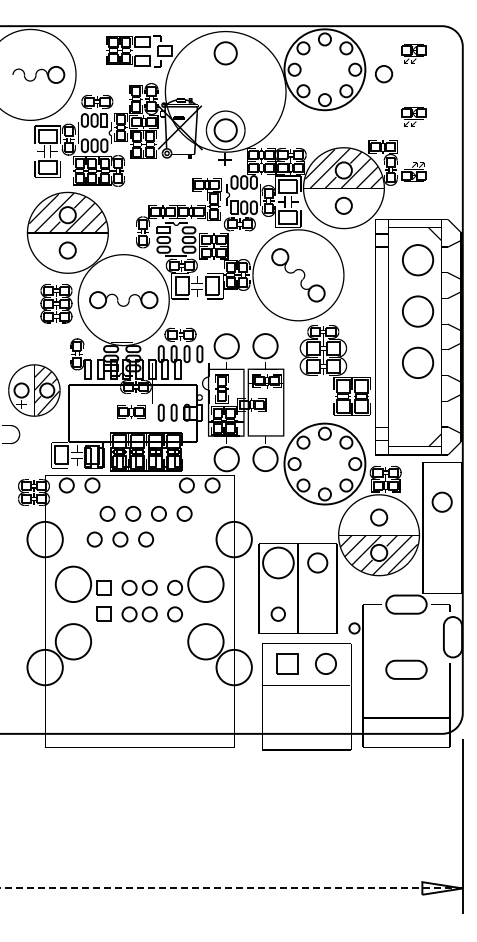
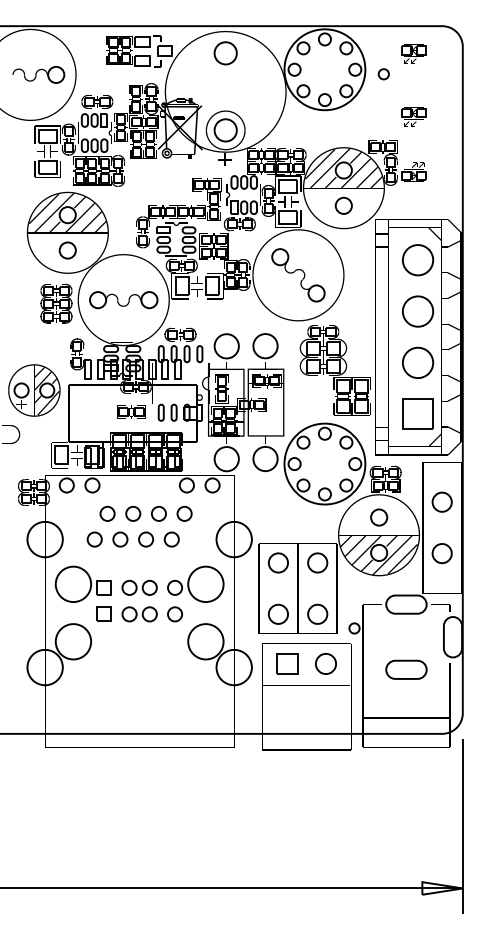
circle at (383, 74) size: 20x19 px -> 13x13 px
part at (417, 413): none -> present
circle at (171, 539): none -> present
circle at (441, 553): none -> present
circle at (278, 562) diameter: 31 px -> 19 px
circle at (277, 613) size: 16x16 px -> 22x22 px
circle at (317, 613): none -> present
line at (231, 888): dashed -> solid
